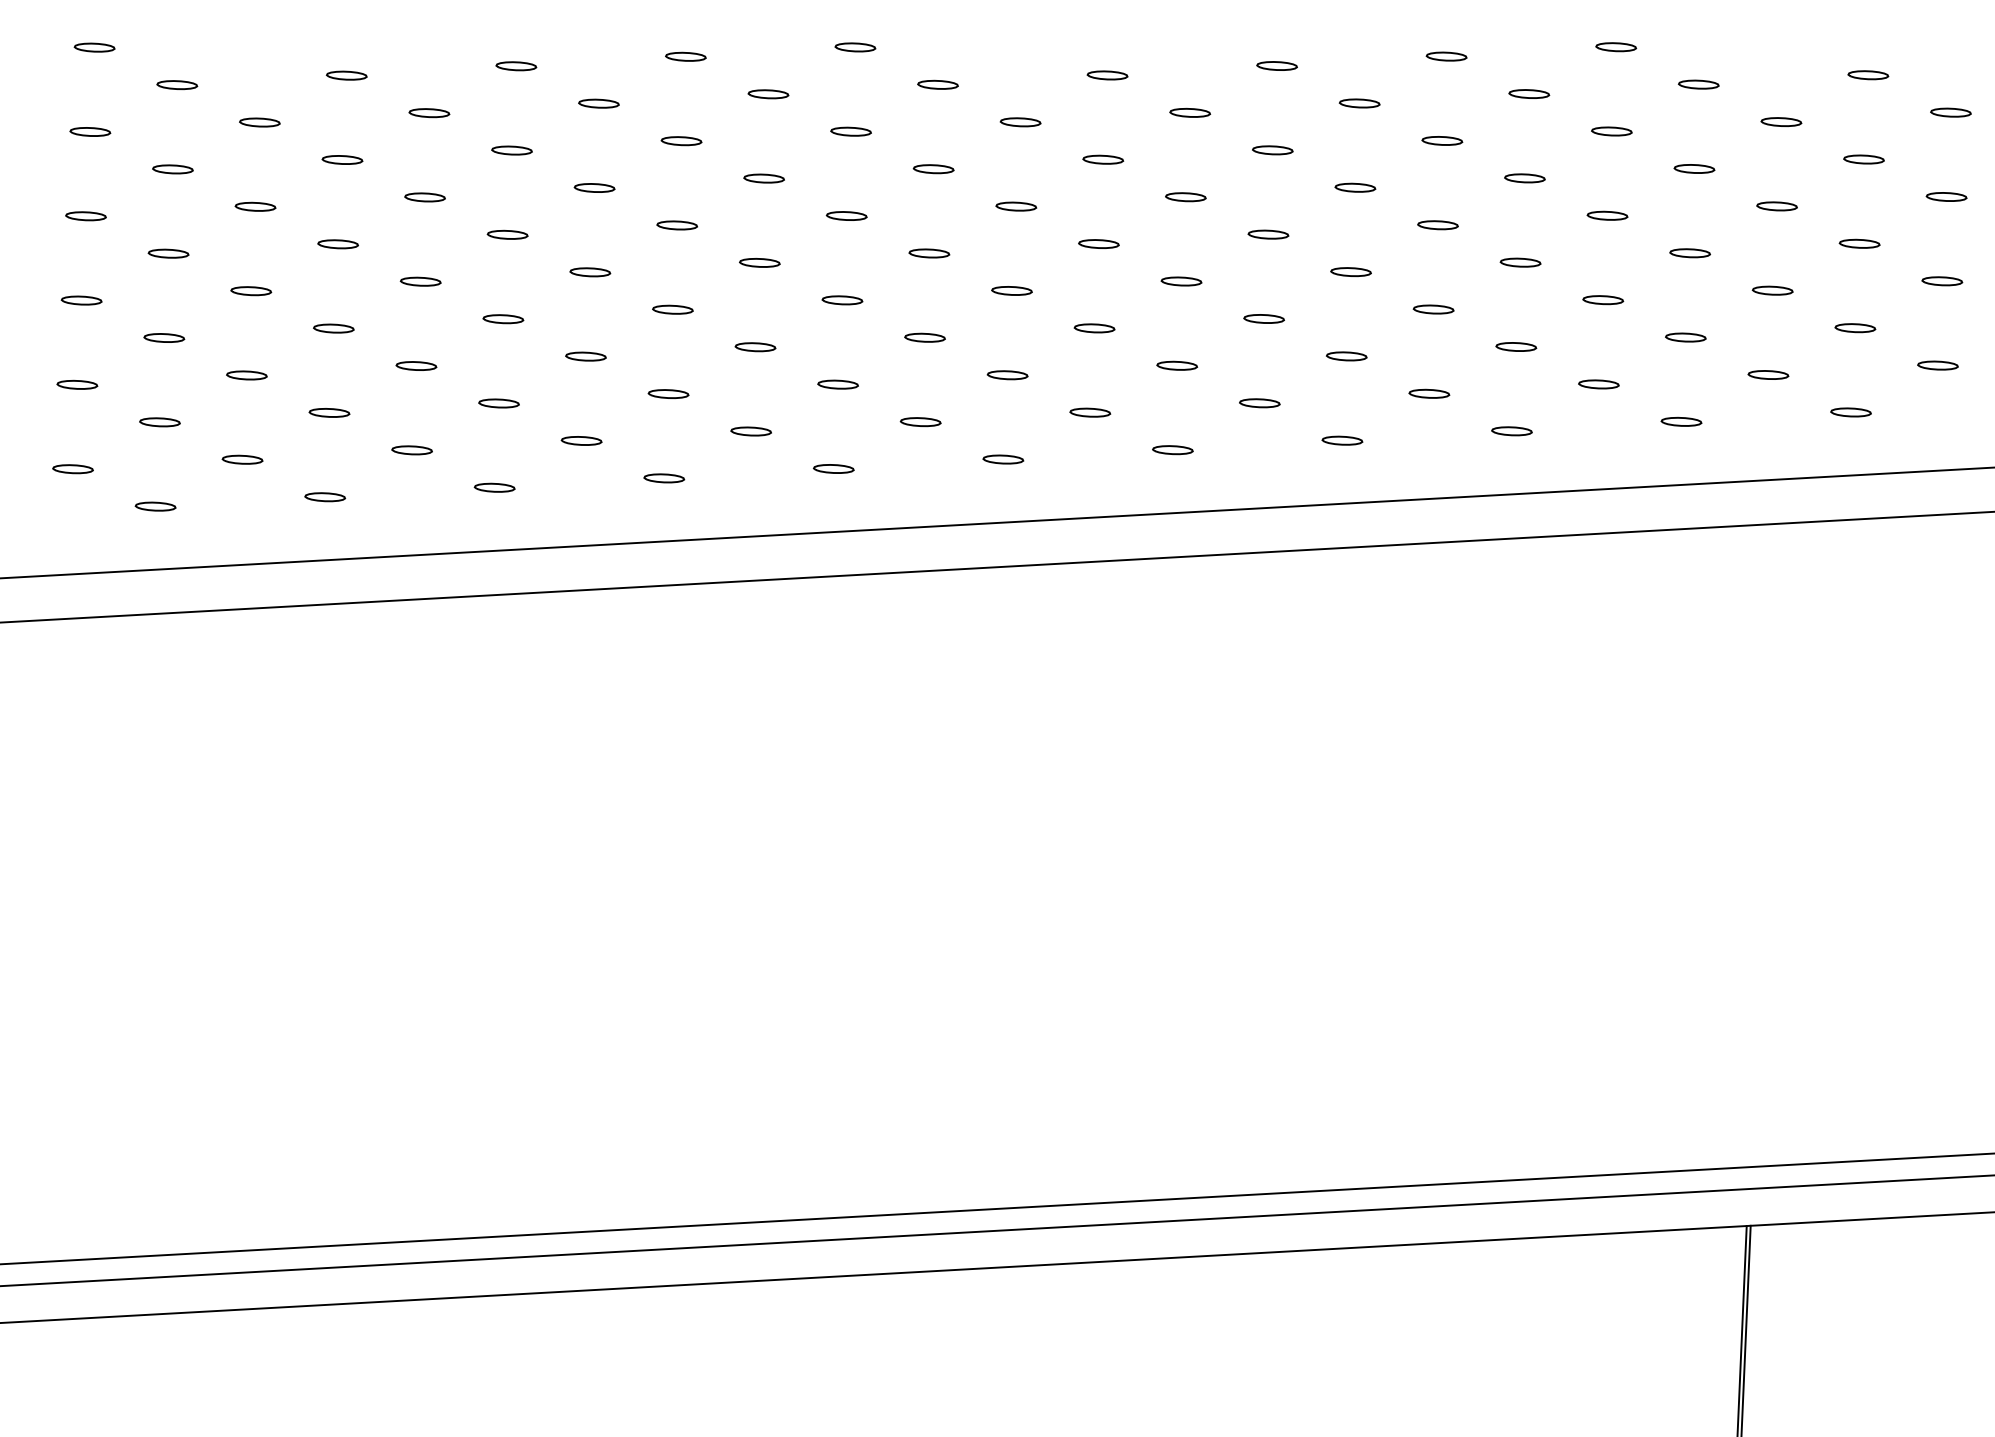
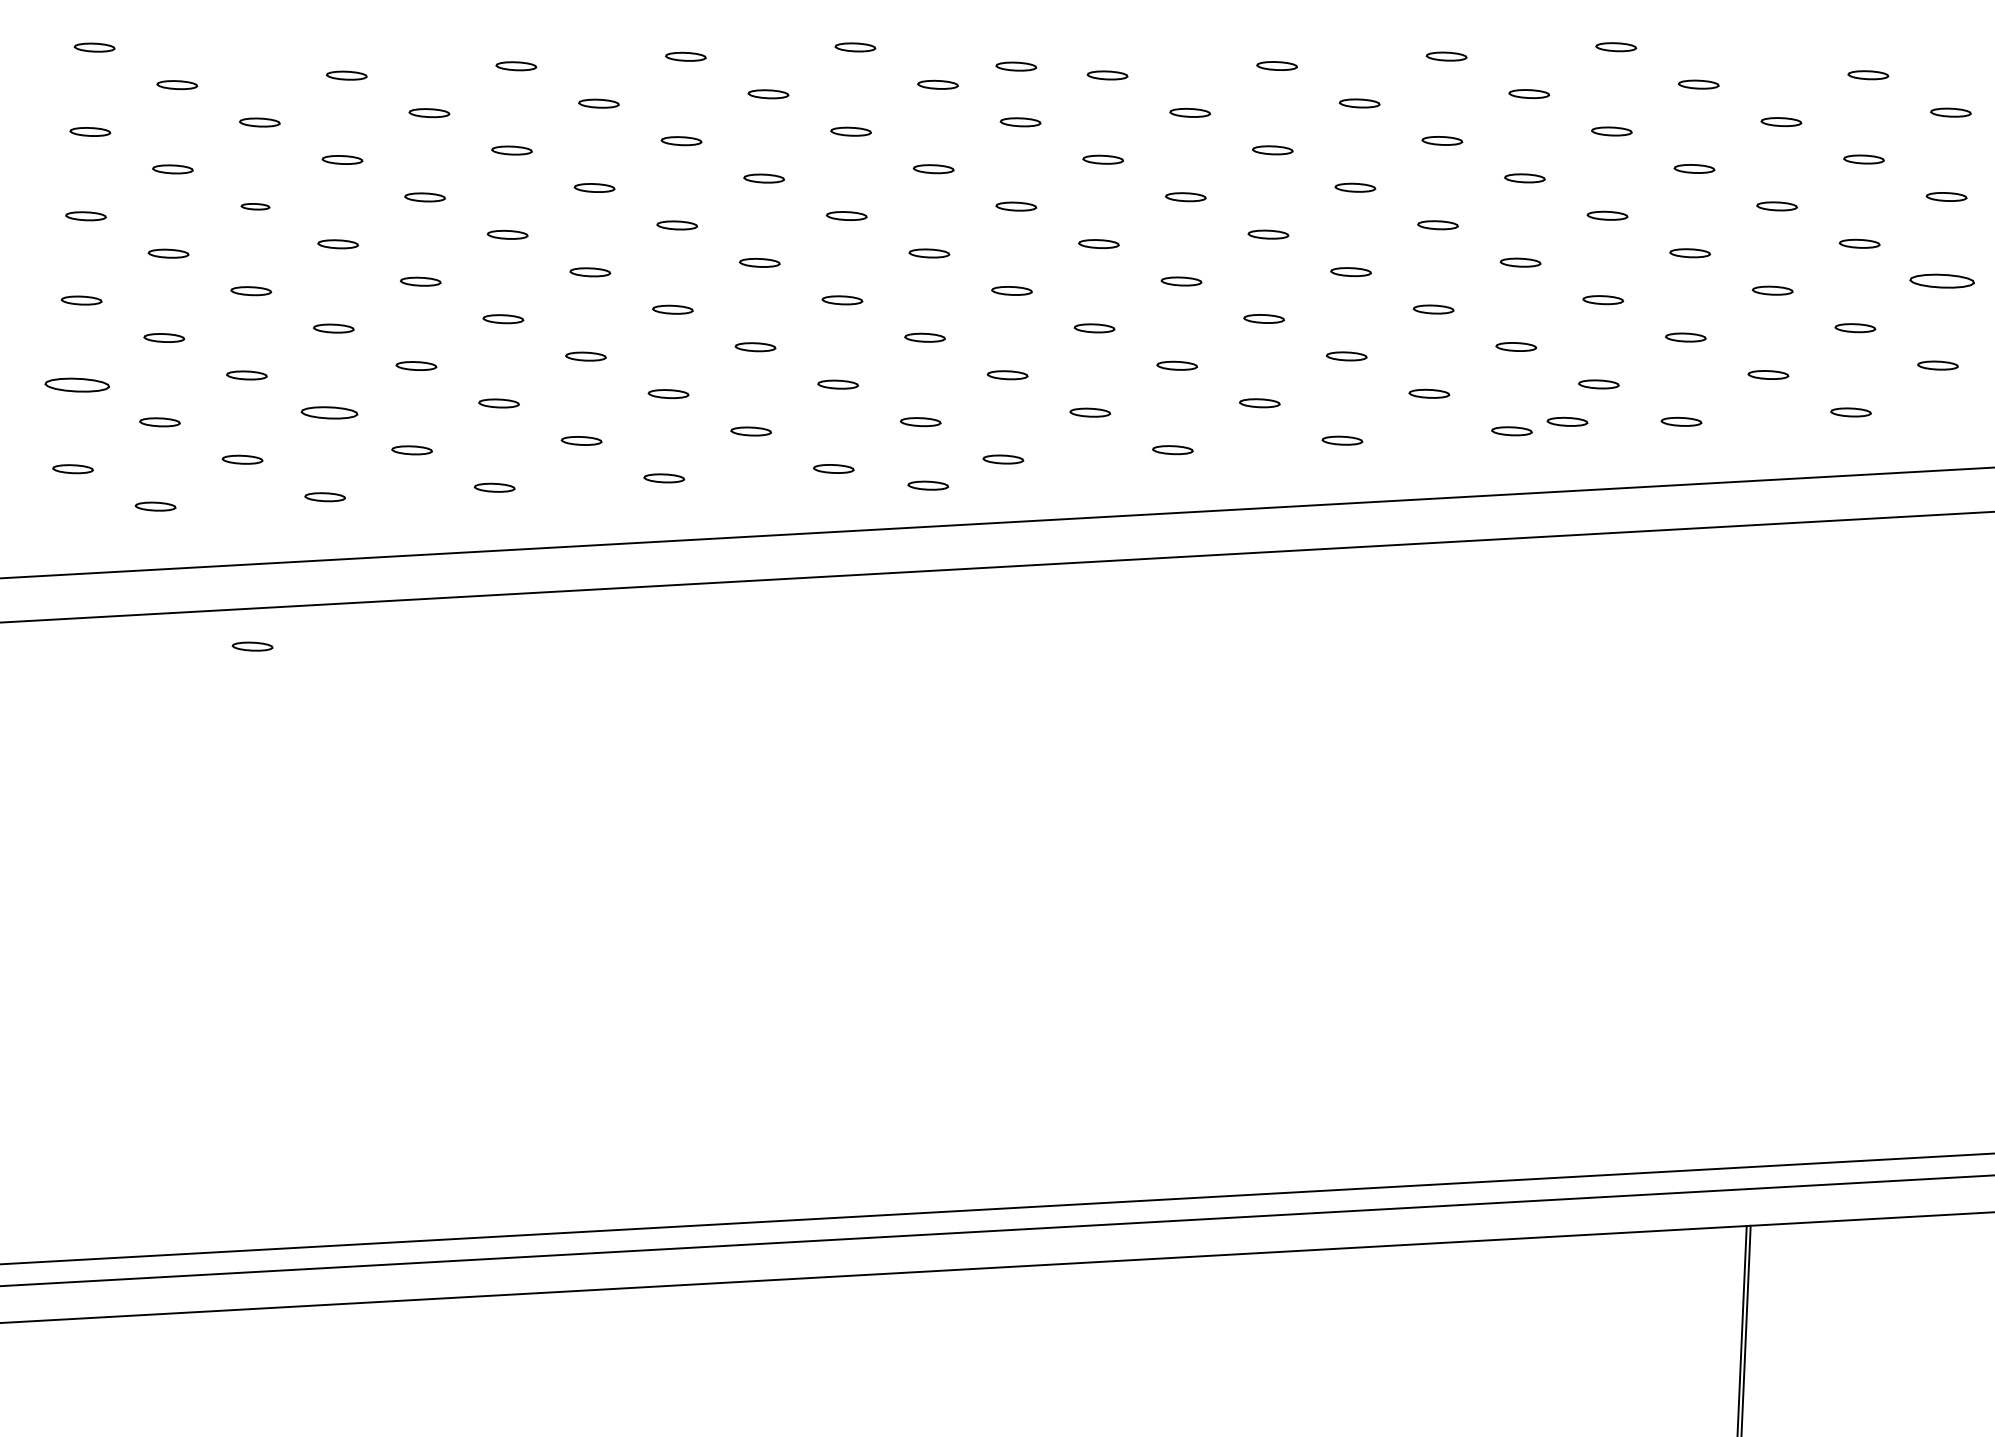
part at (1016, 66): none -> present
part at (255, 206) size: 43x11 px -> 31x8 px
part at (1942, 281) size: 43x11 px -> 66x16 px
part at (77, 384) size: 43x11 px -> 67x16 px
part at (329, 412) size: 43x10 px -> 59x14 px
part at (1567, 421): none -> present
part at (928, 485): none -> present
part at (252, 646): none -> present
